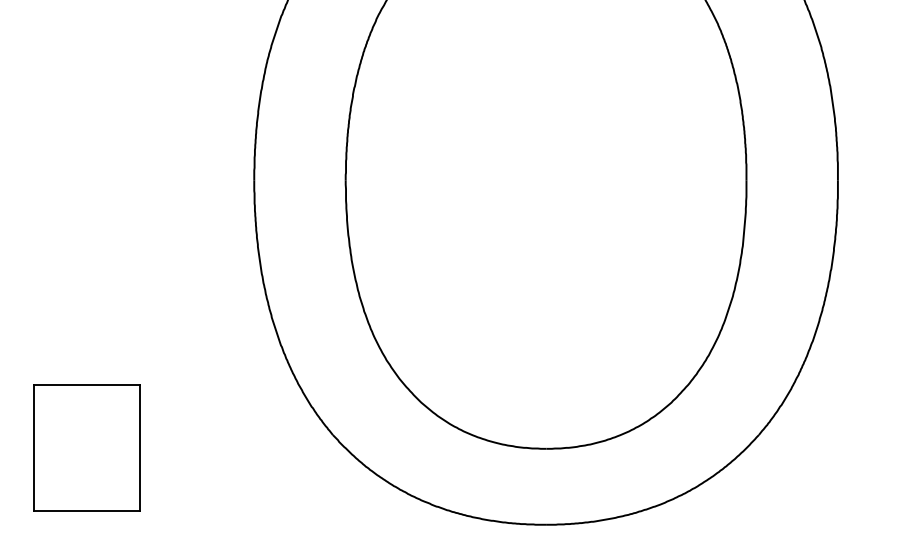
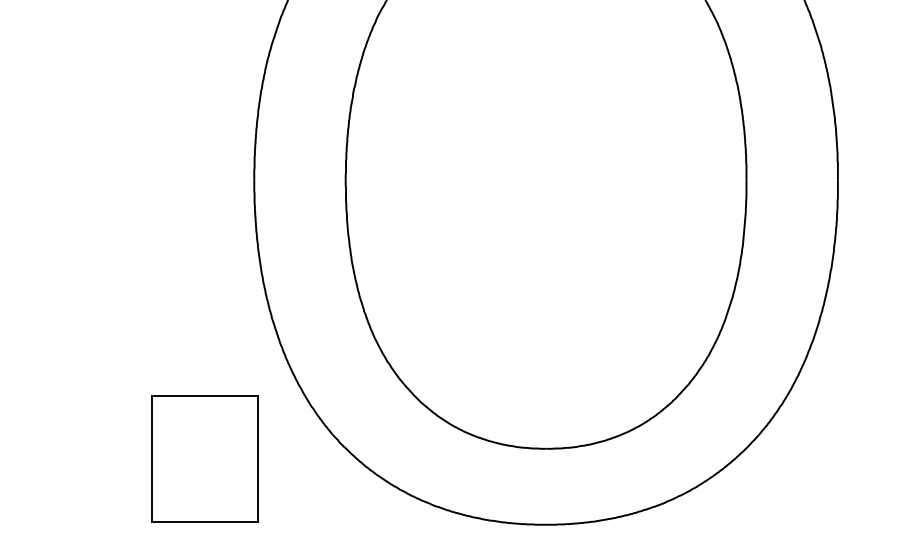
part at (86, 447) position: (86, 447) -> (204, 458)
